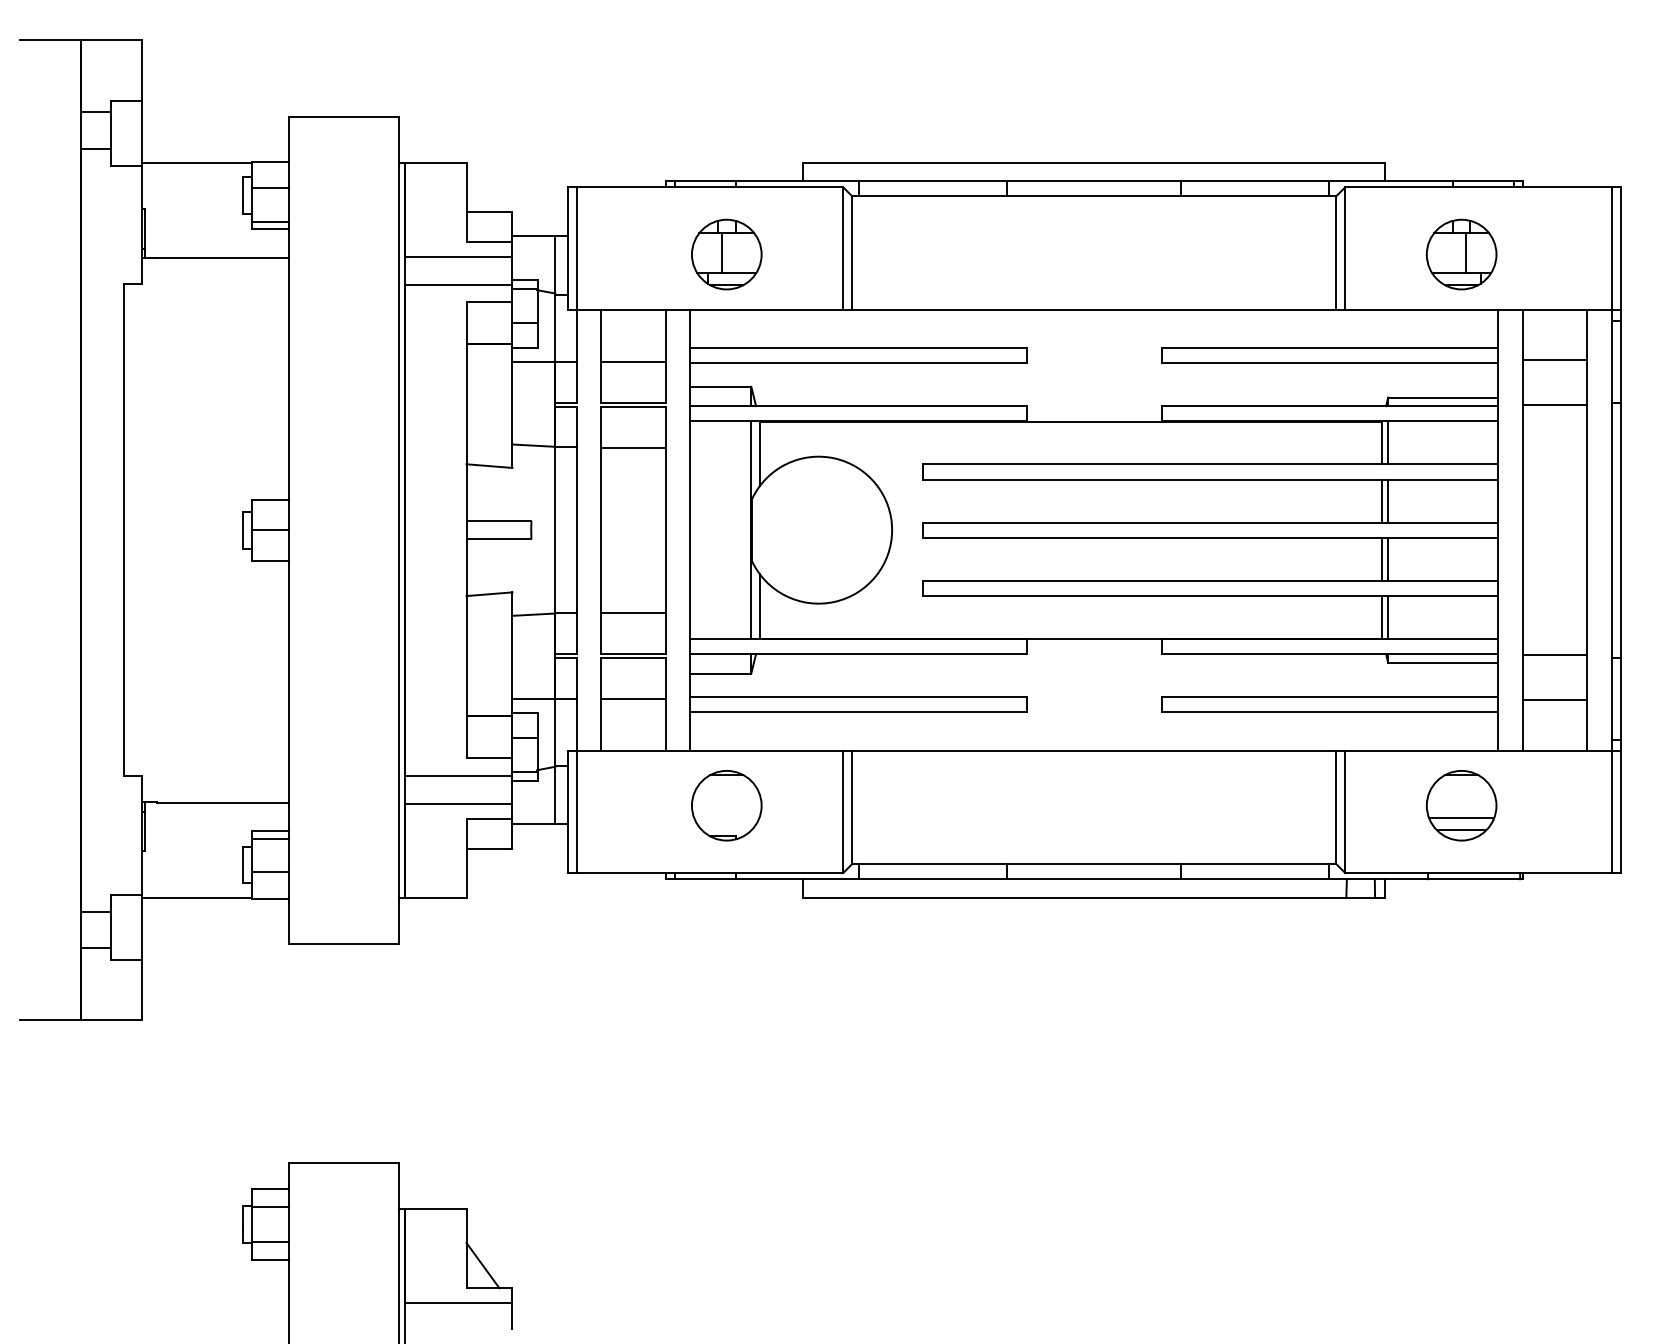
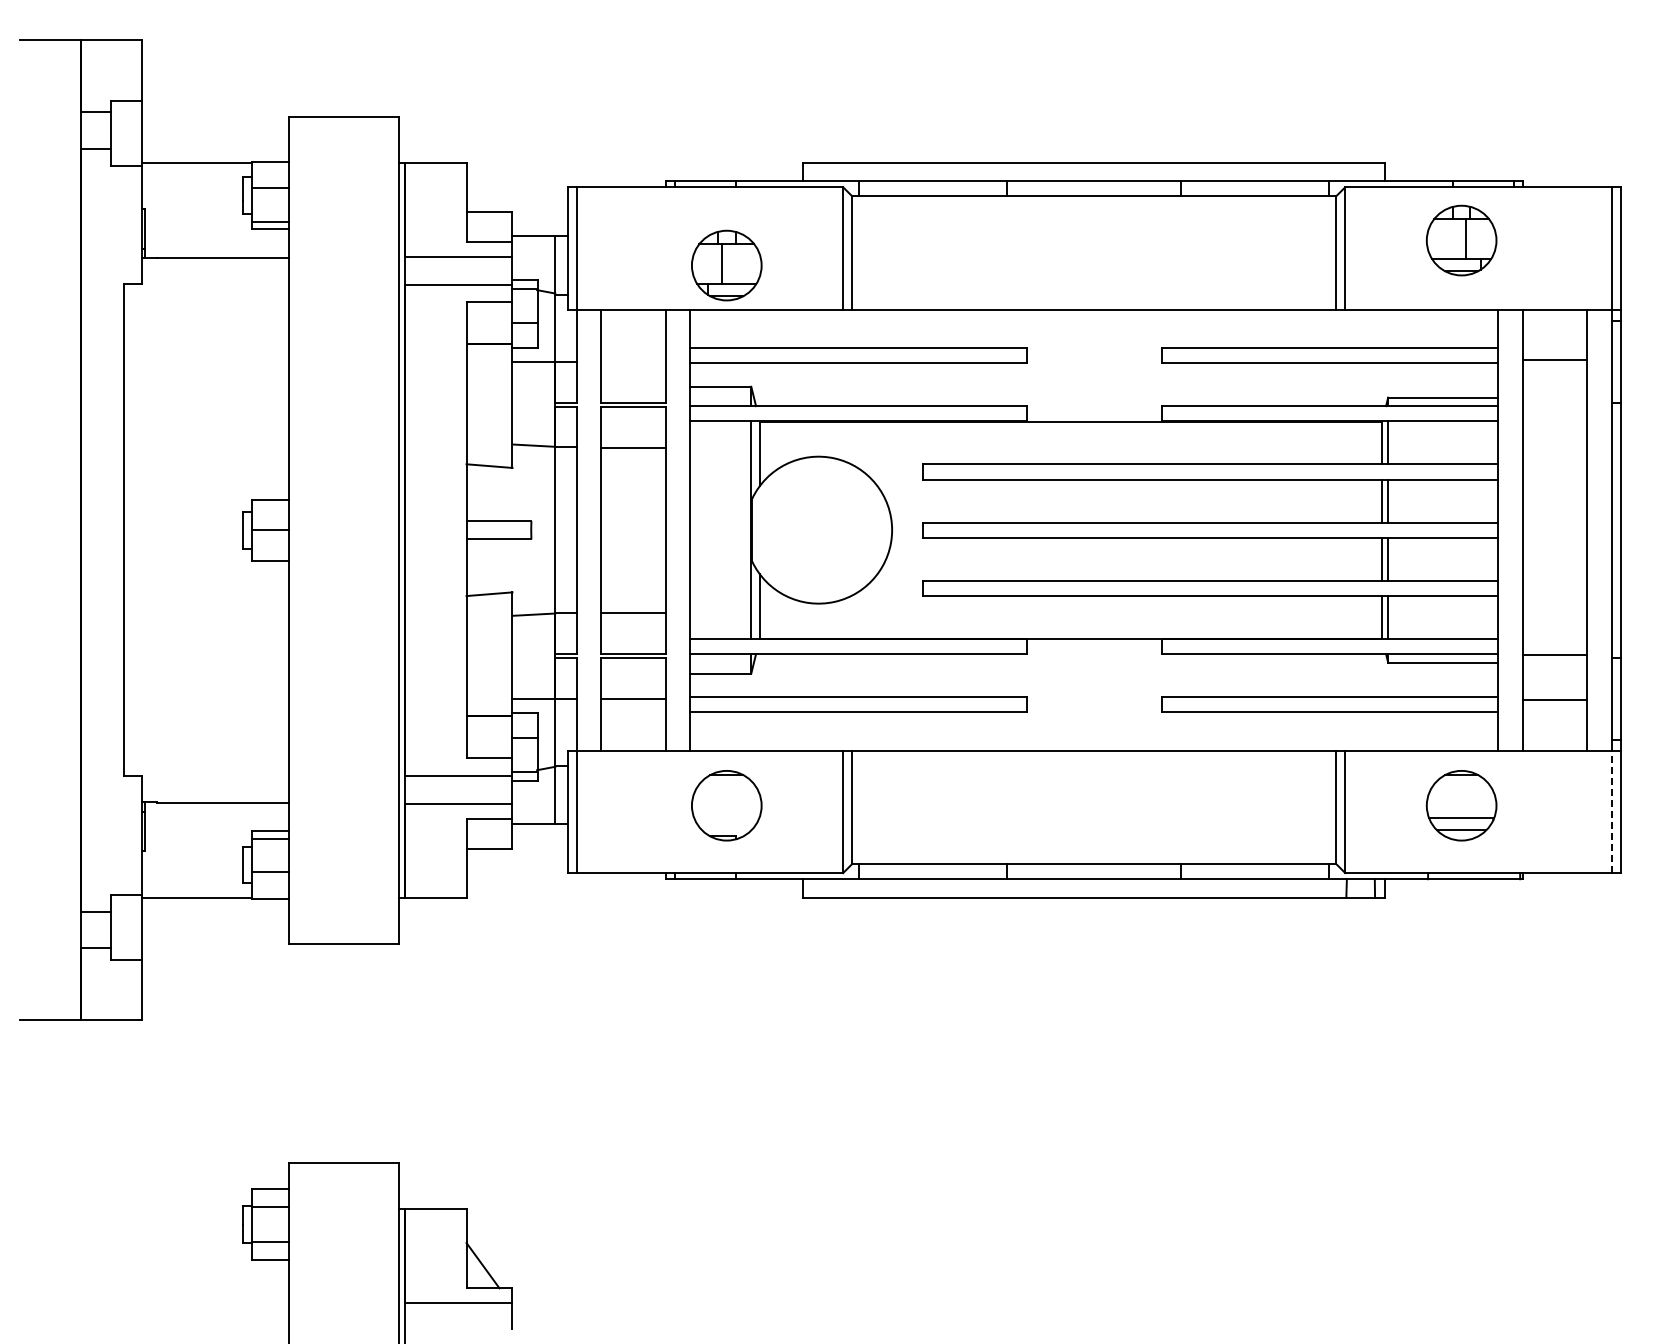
part at (726, 254) position: (726, 254) -> (726, 265)
part at (1461, 254) position: (1461, 254) -> (1461, 240)
line at (633, 361): present -> none
line at (1554, 404): present -> none
line at (1611, 811): solid -> dashed
